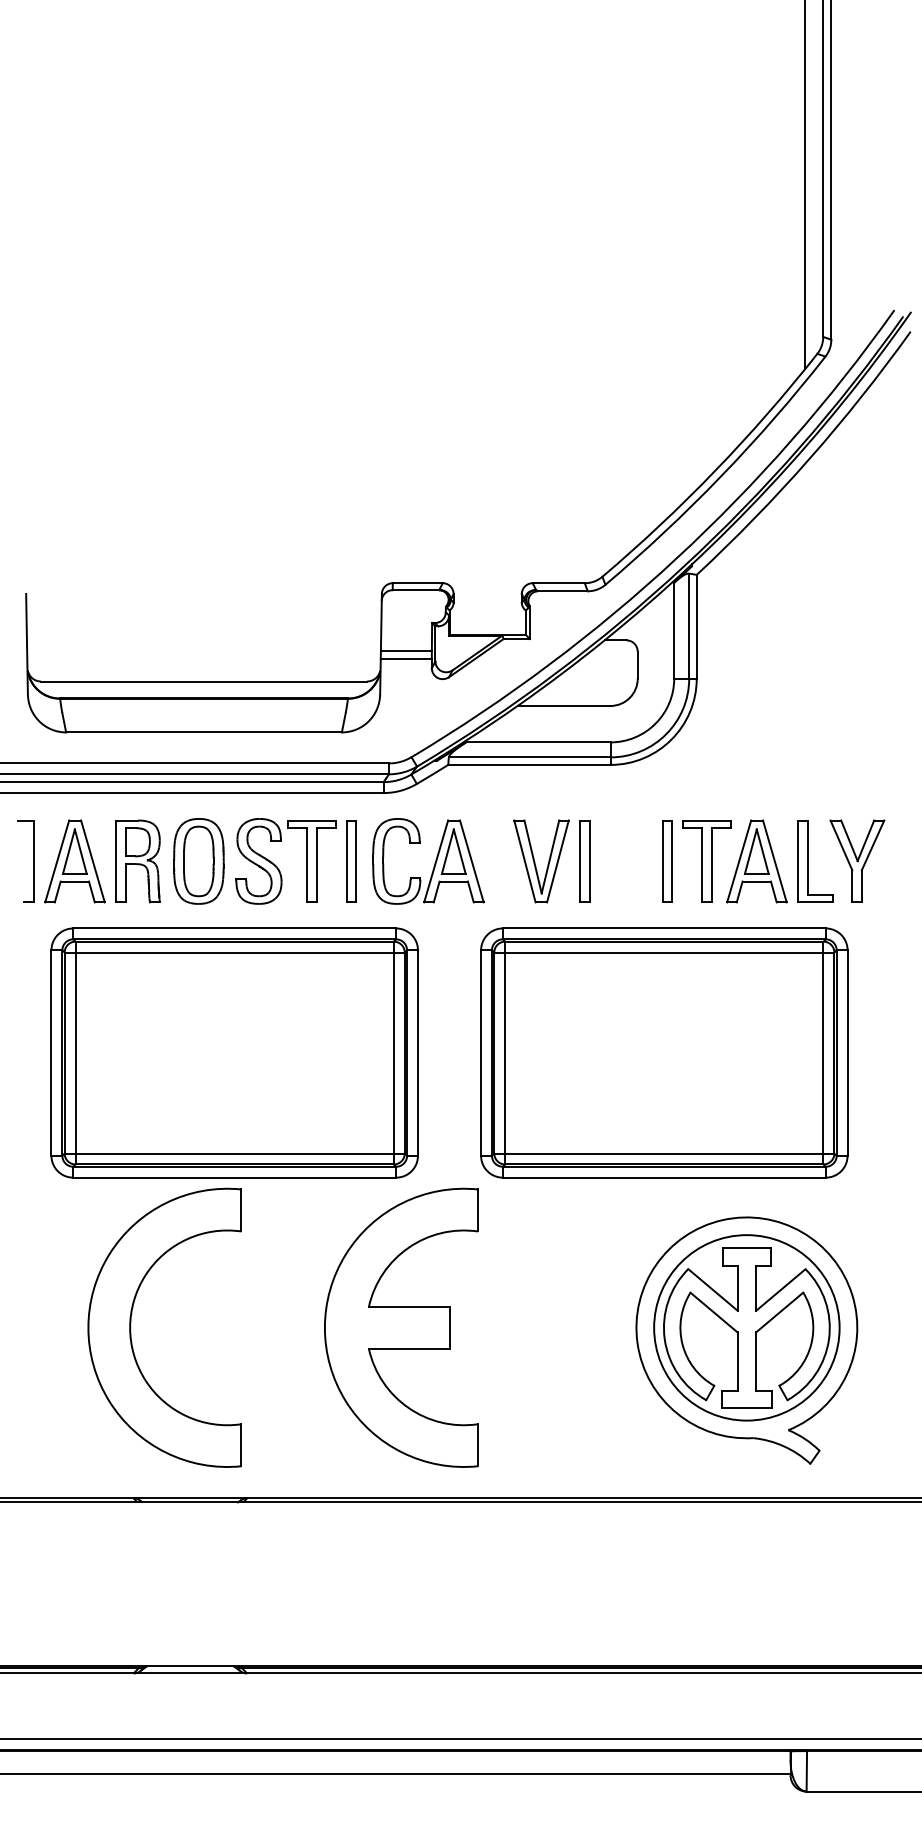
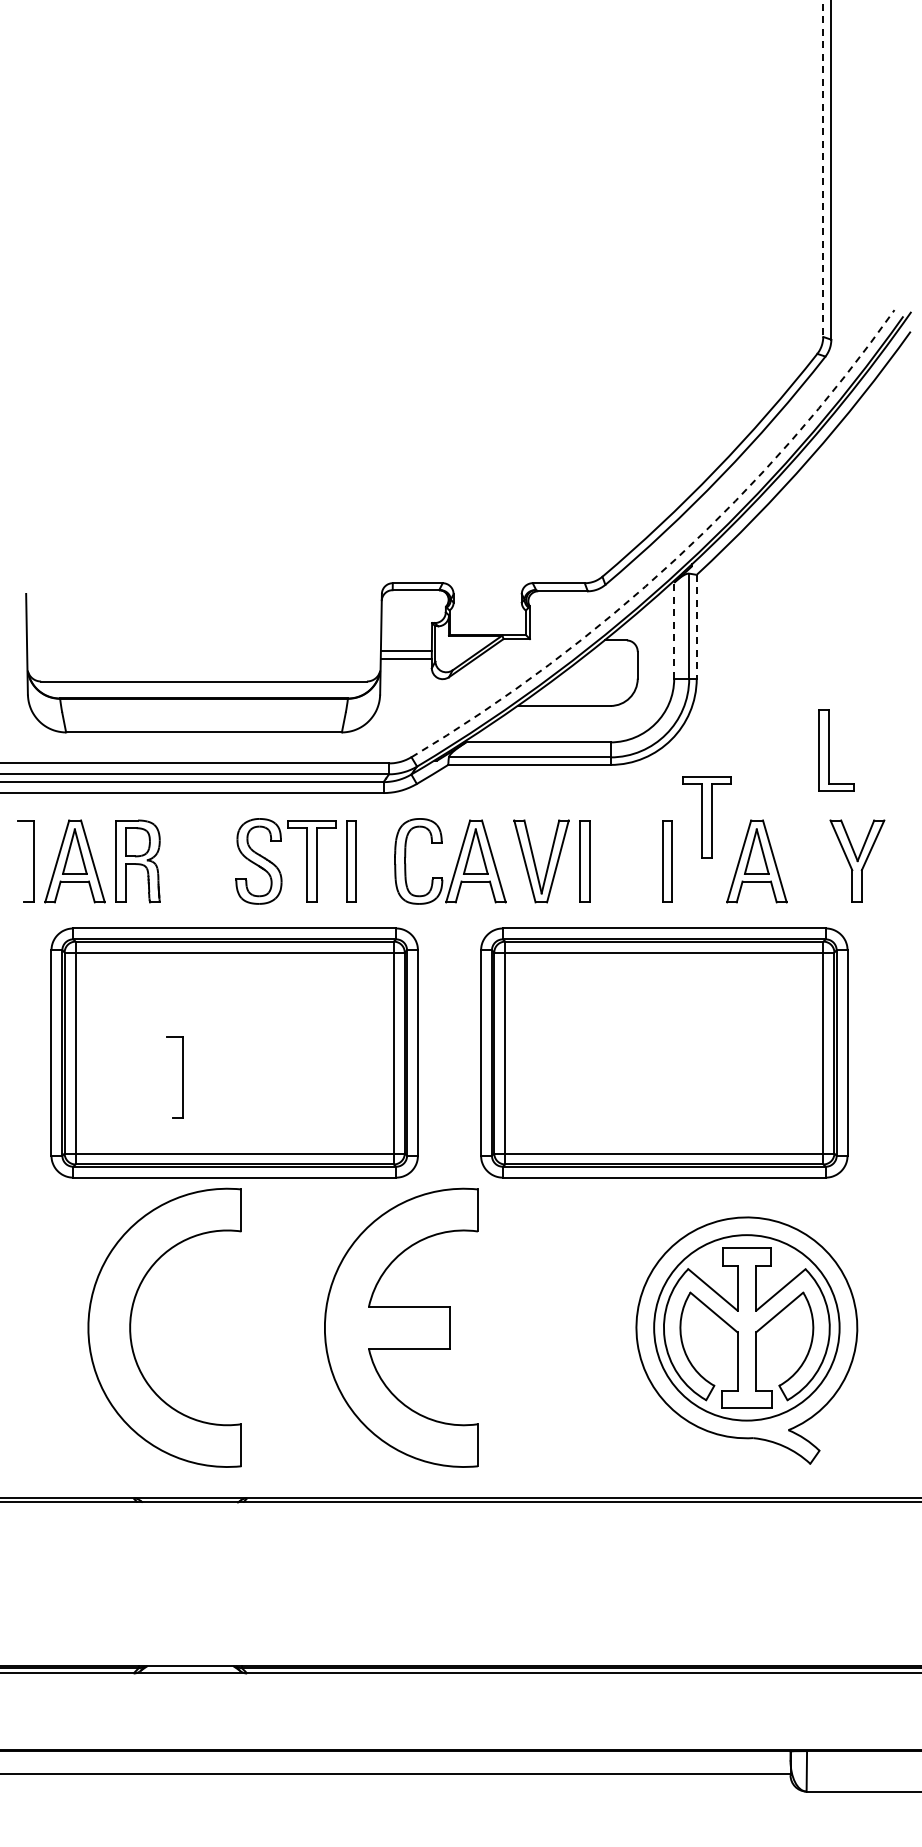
line at (823, 169): solid -> dashed
line at (804, 185): present -> none
arc at (676, 558): solid -> dashed
line at (696, 626): solid -> dashed
line at (674, 630): solid -> dashed
part at (198, 861): present -> none
part at (706, 861) position: (706, 861) -> (706, 817)
part at (808, 861) position: (808, 861) -> (829, 750)
part at (434, 862) position: (434, 862) -> (456, 862)
part at (182, 1077): none -> present
line at (460, 1738): present -> none
